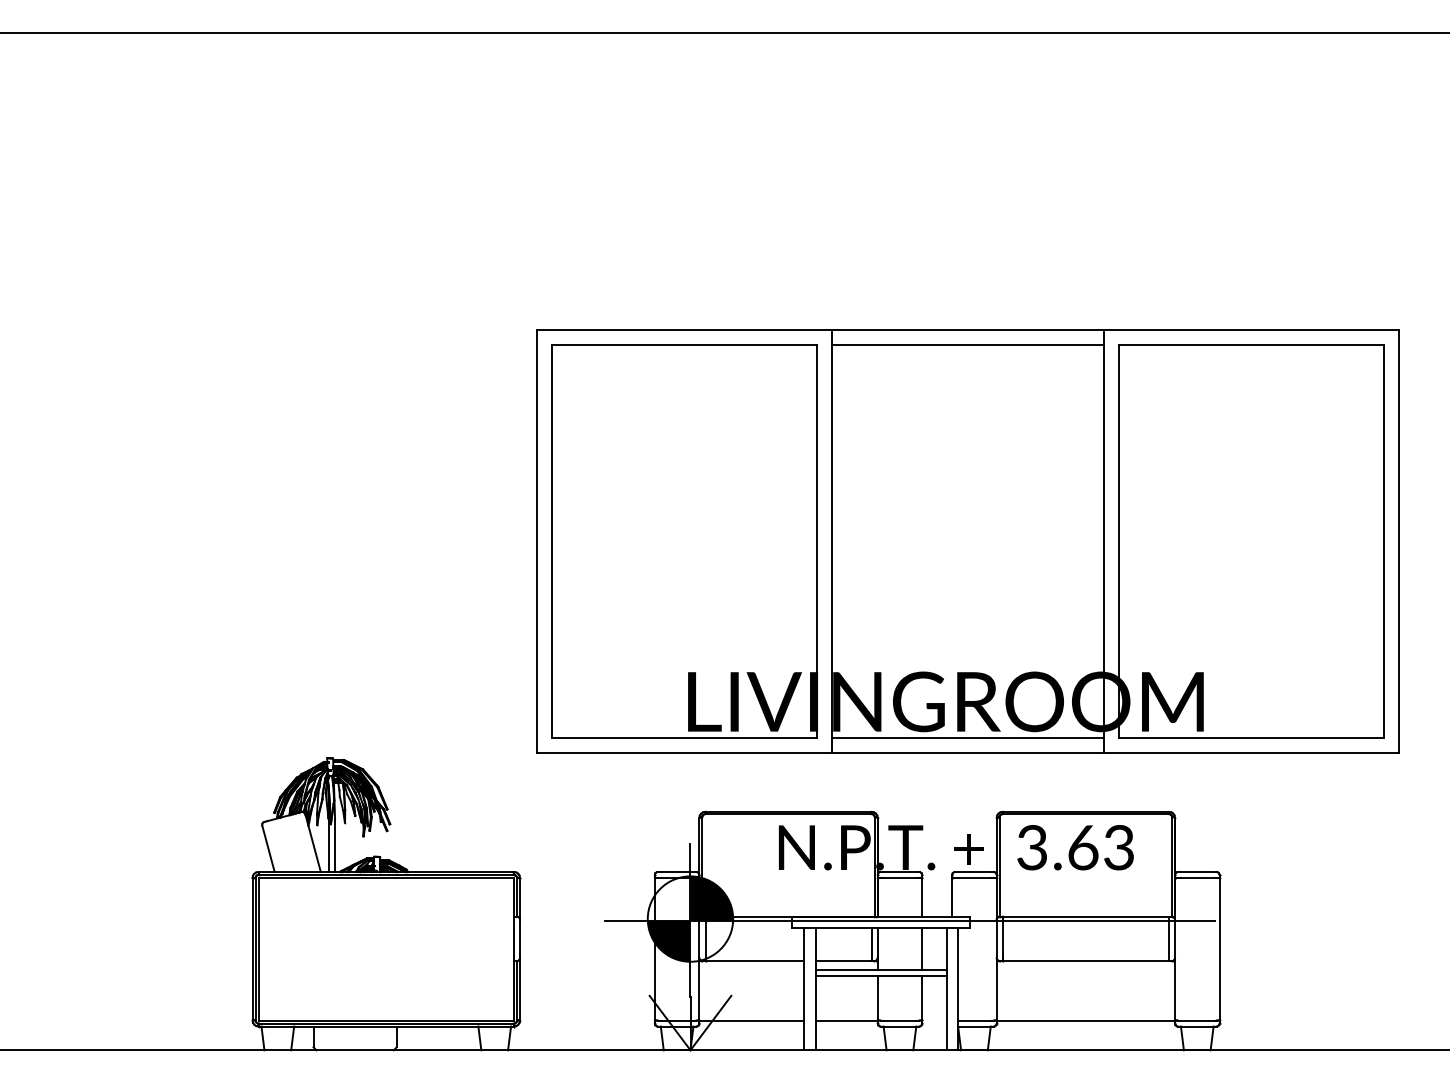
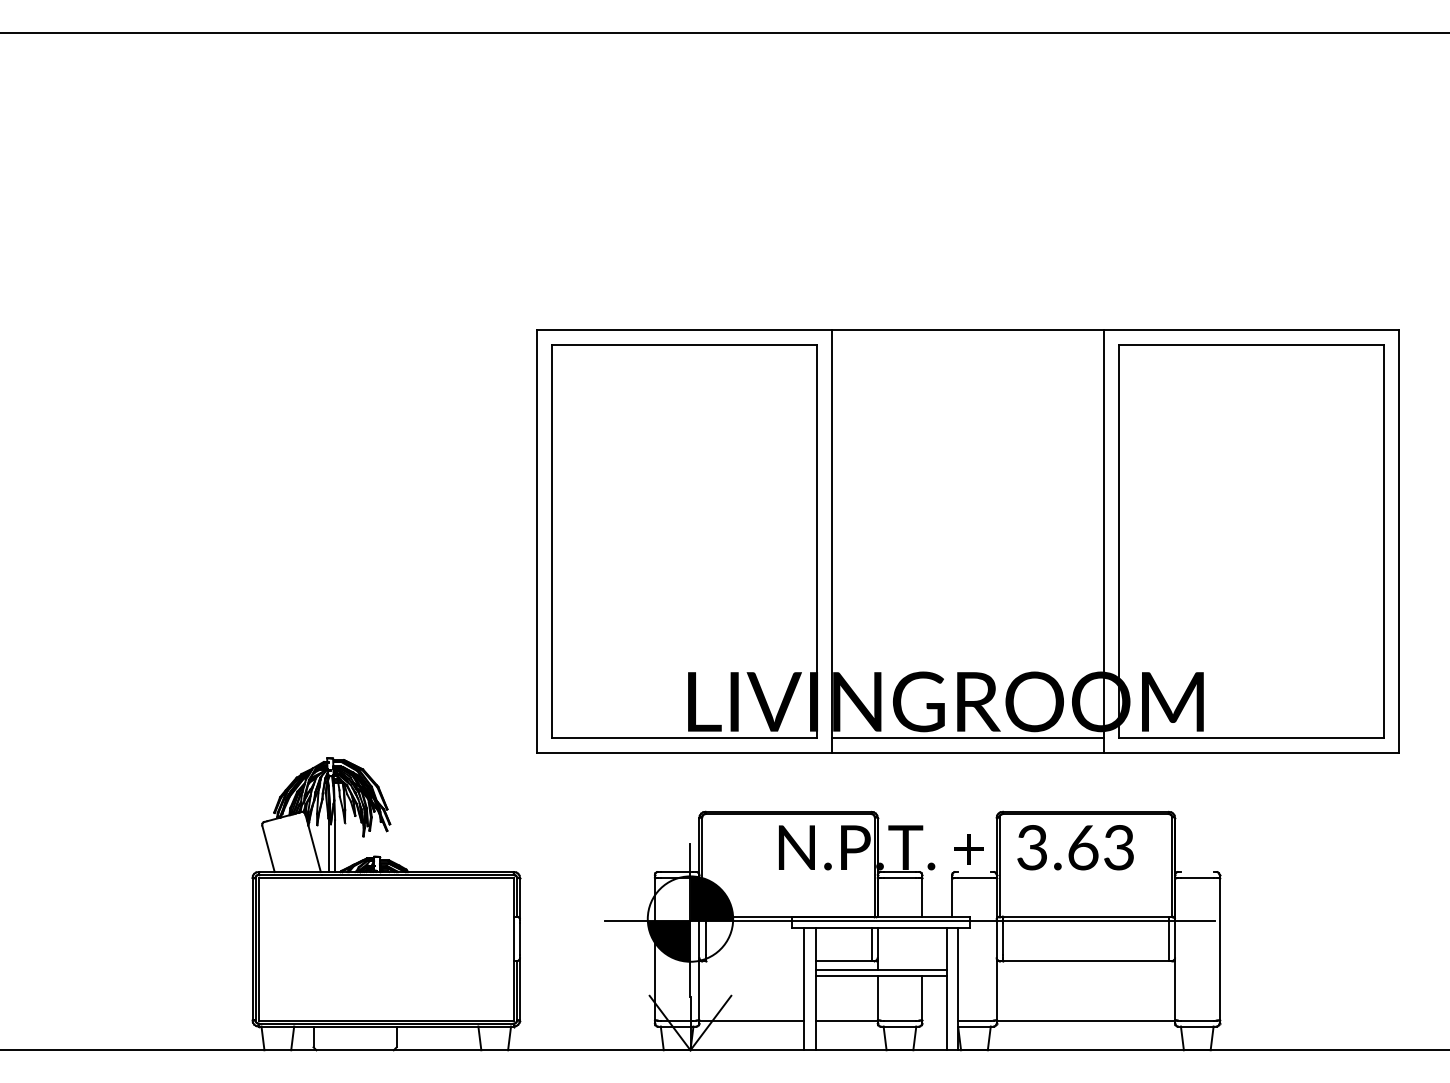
line at (968, 344): present -> none
line at (974, 872): present -> none
line at (1196, 872): present -> none
line at (922, 949): present -> none
line at (754, 961): present -> none
